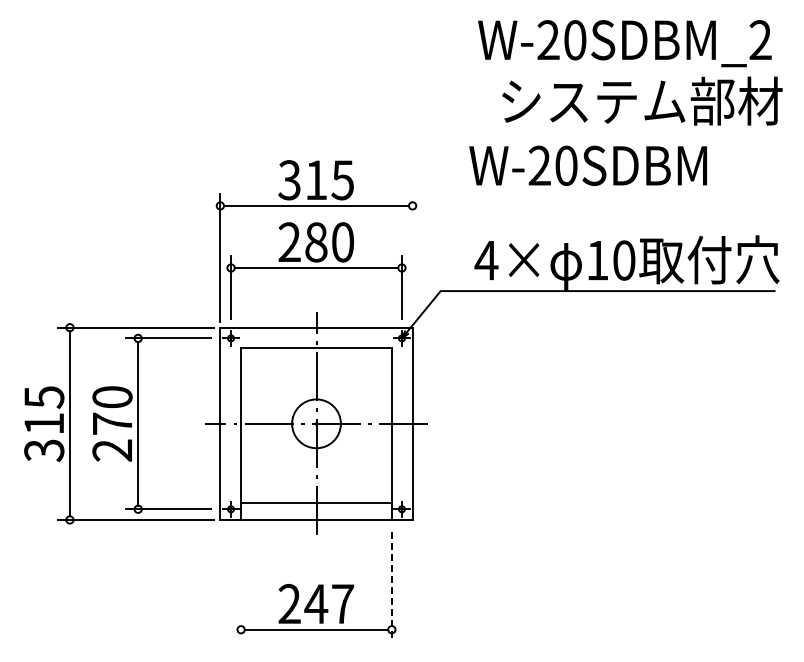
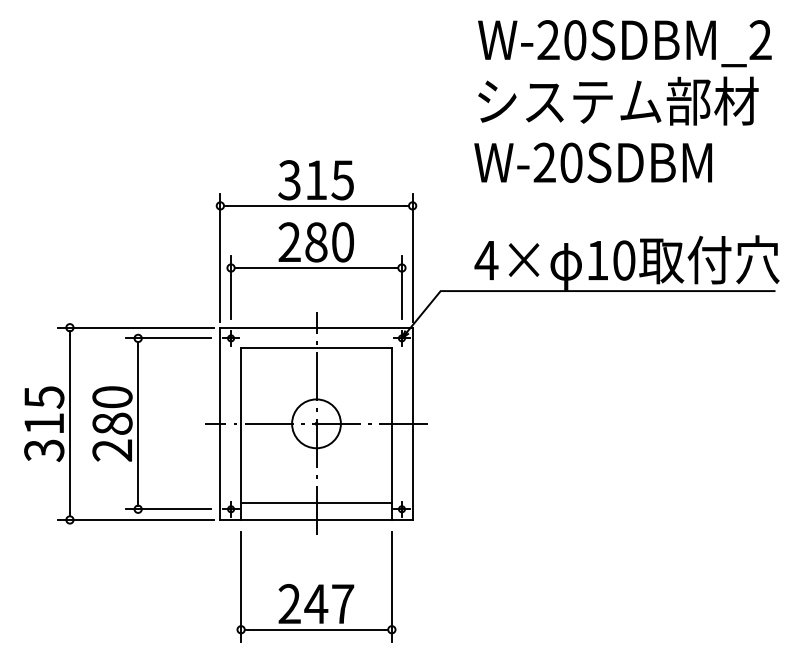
text at (642, 100) position: (642, 100) -> (618, 100)
text at (587, 165) position: (587, 165) -> (592, 162)
line at (412, 257): none -> present
text at (112, 423): 270 -> 280
line at (241, 586): none -> present
line at (391, 587): dashed -> solid
